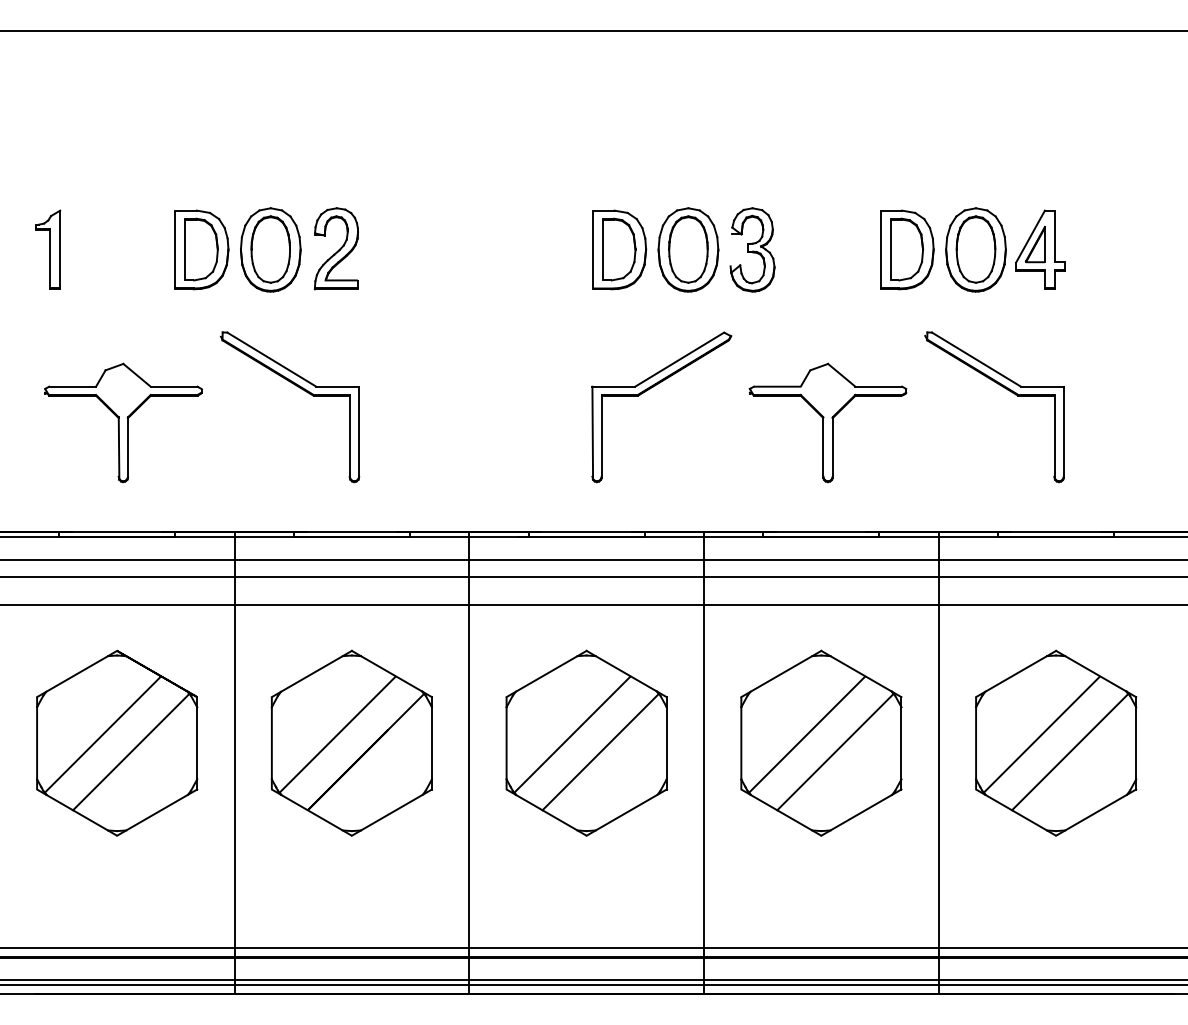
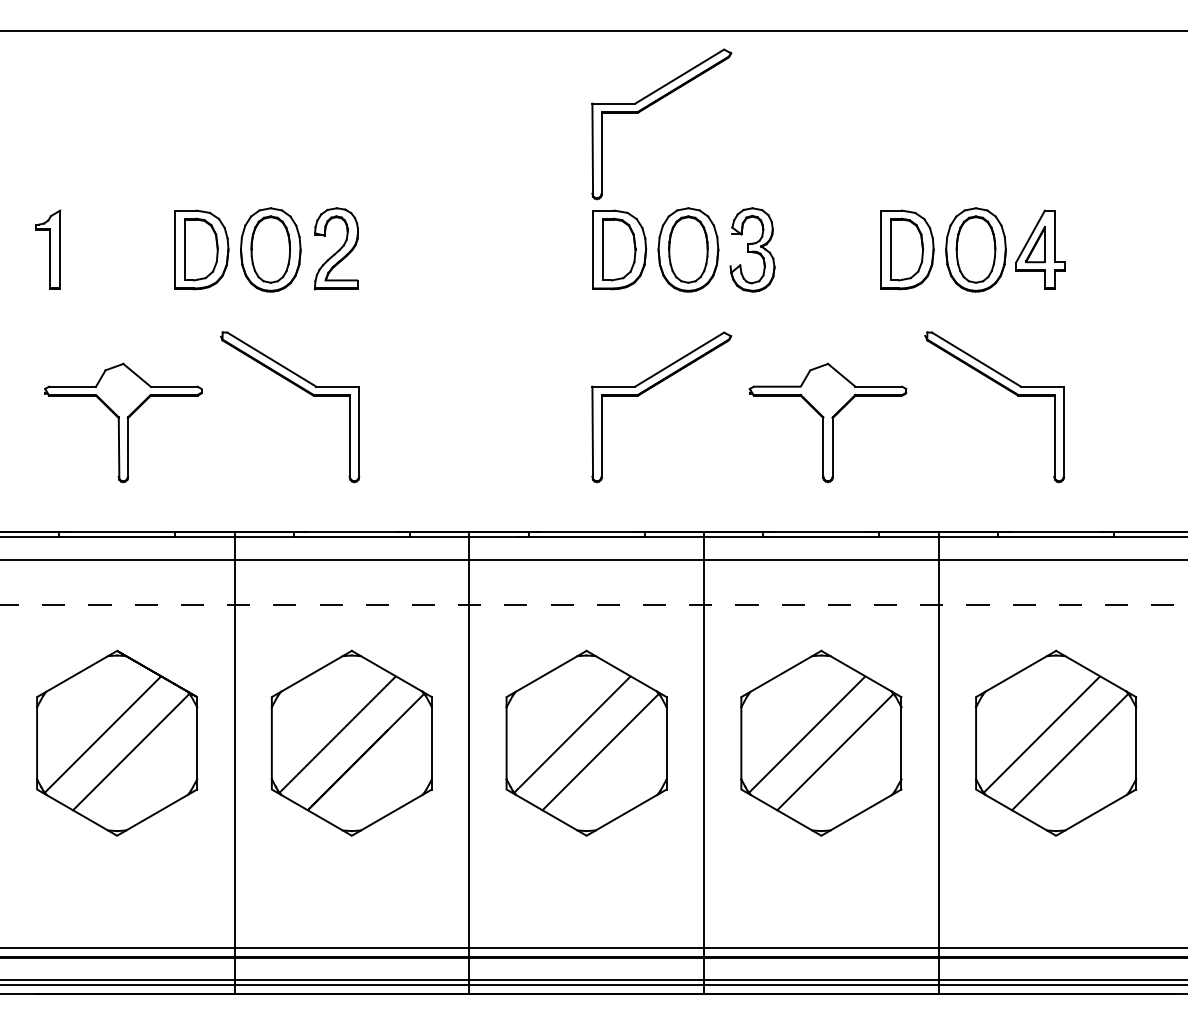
part at (650, 106): none -> present
line at (593, 576): present -> none
line at (594, 604): solid -> dashed
